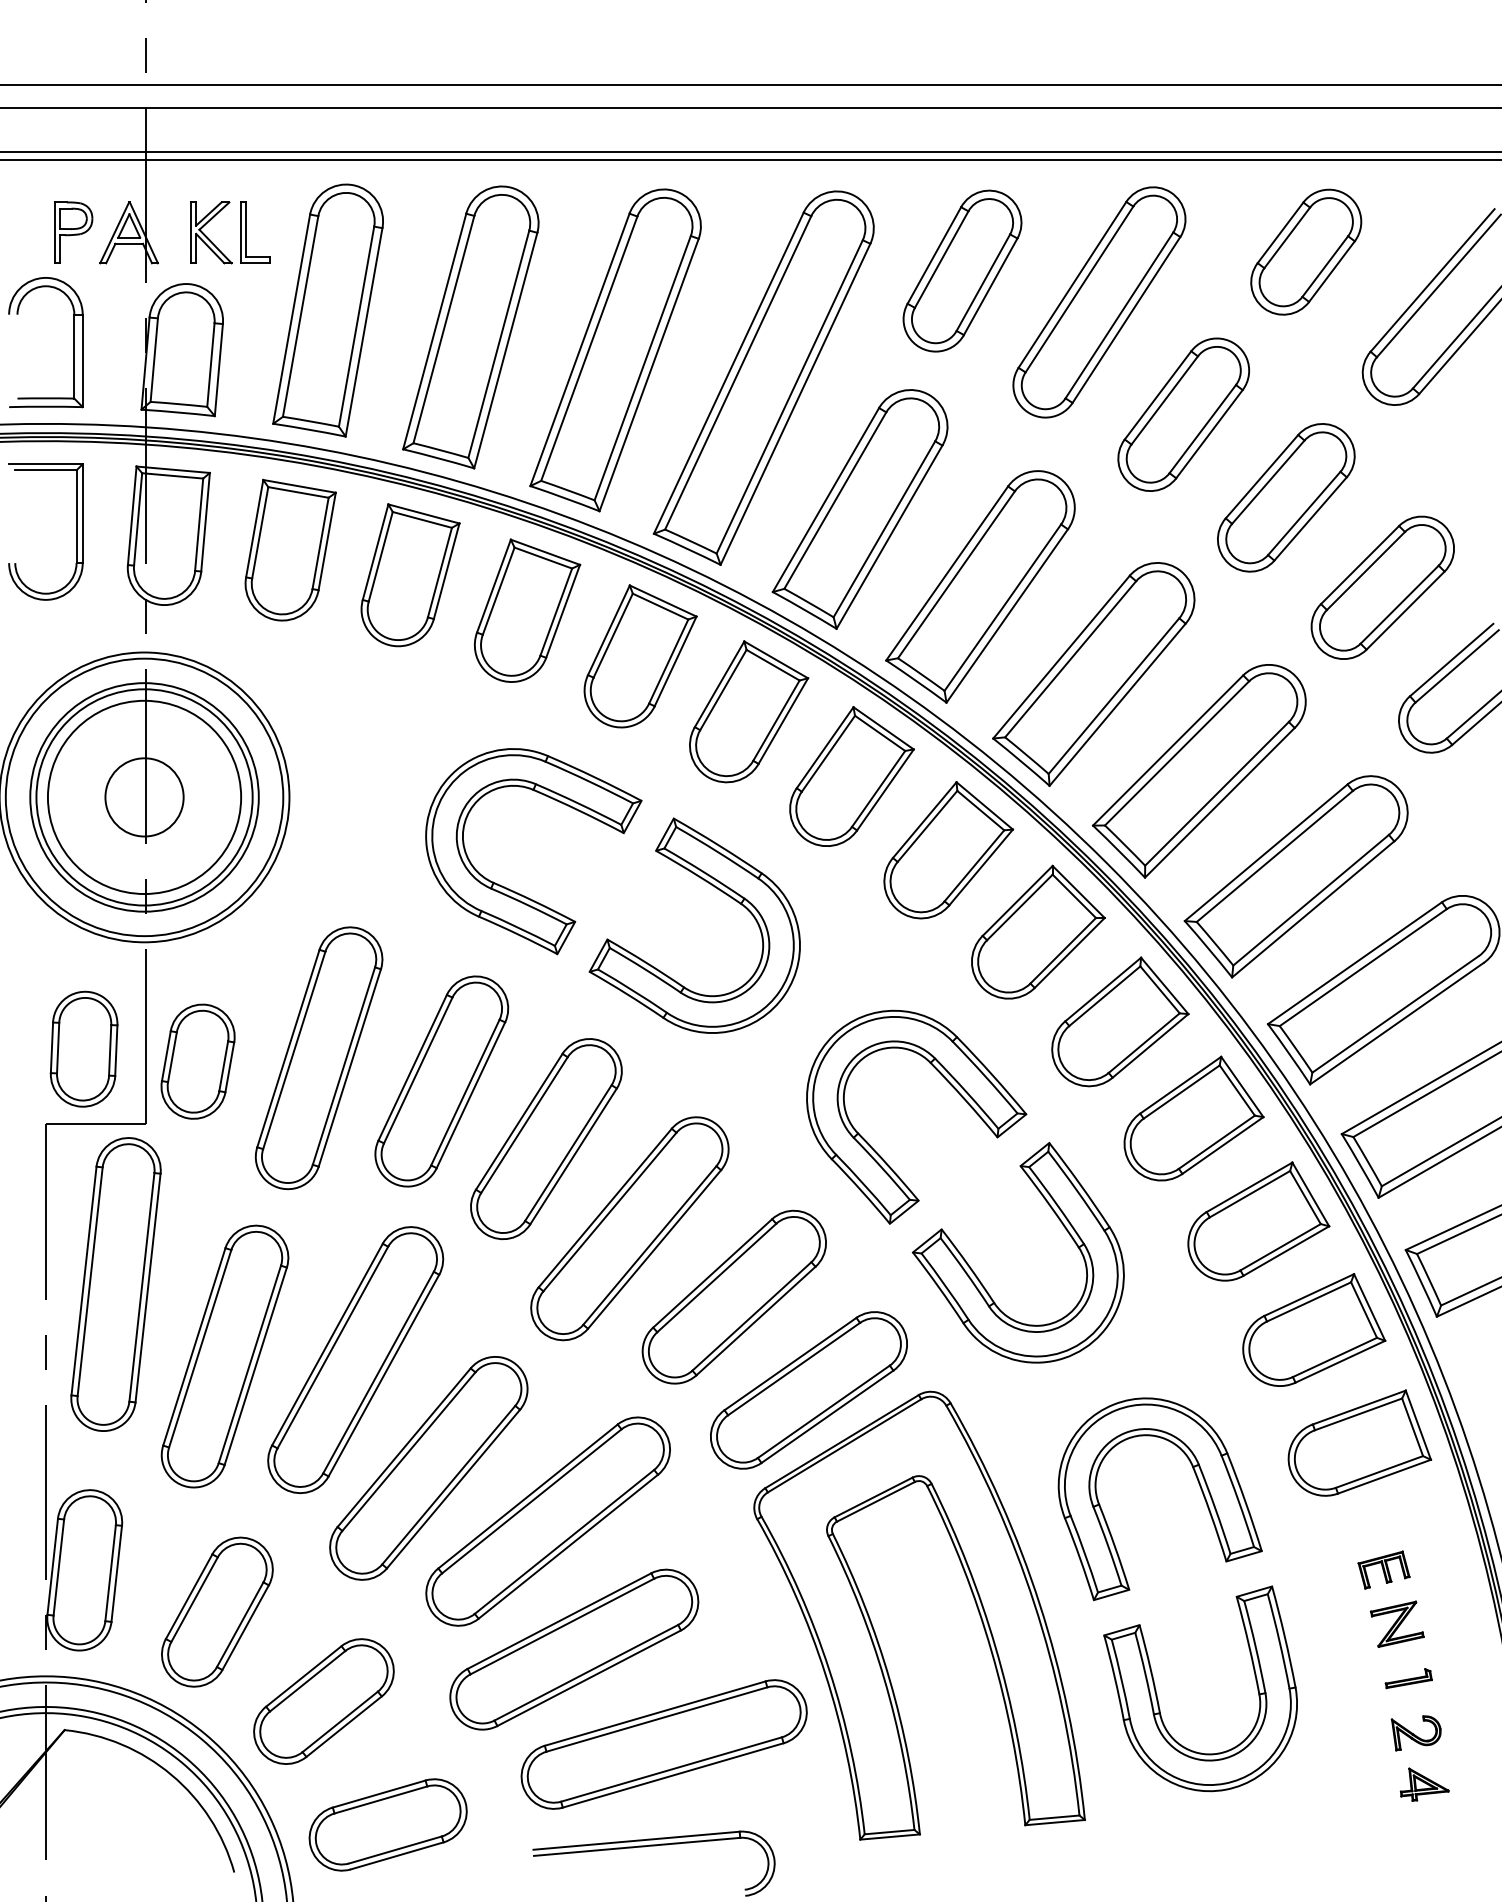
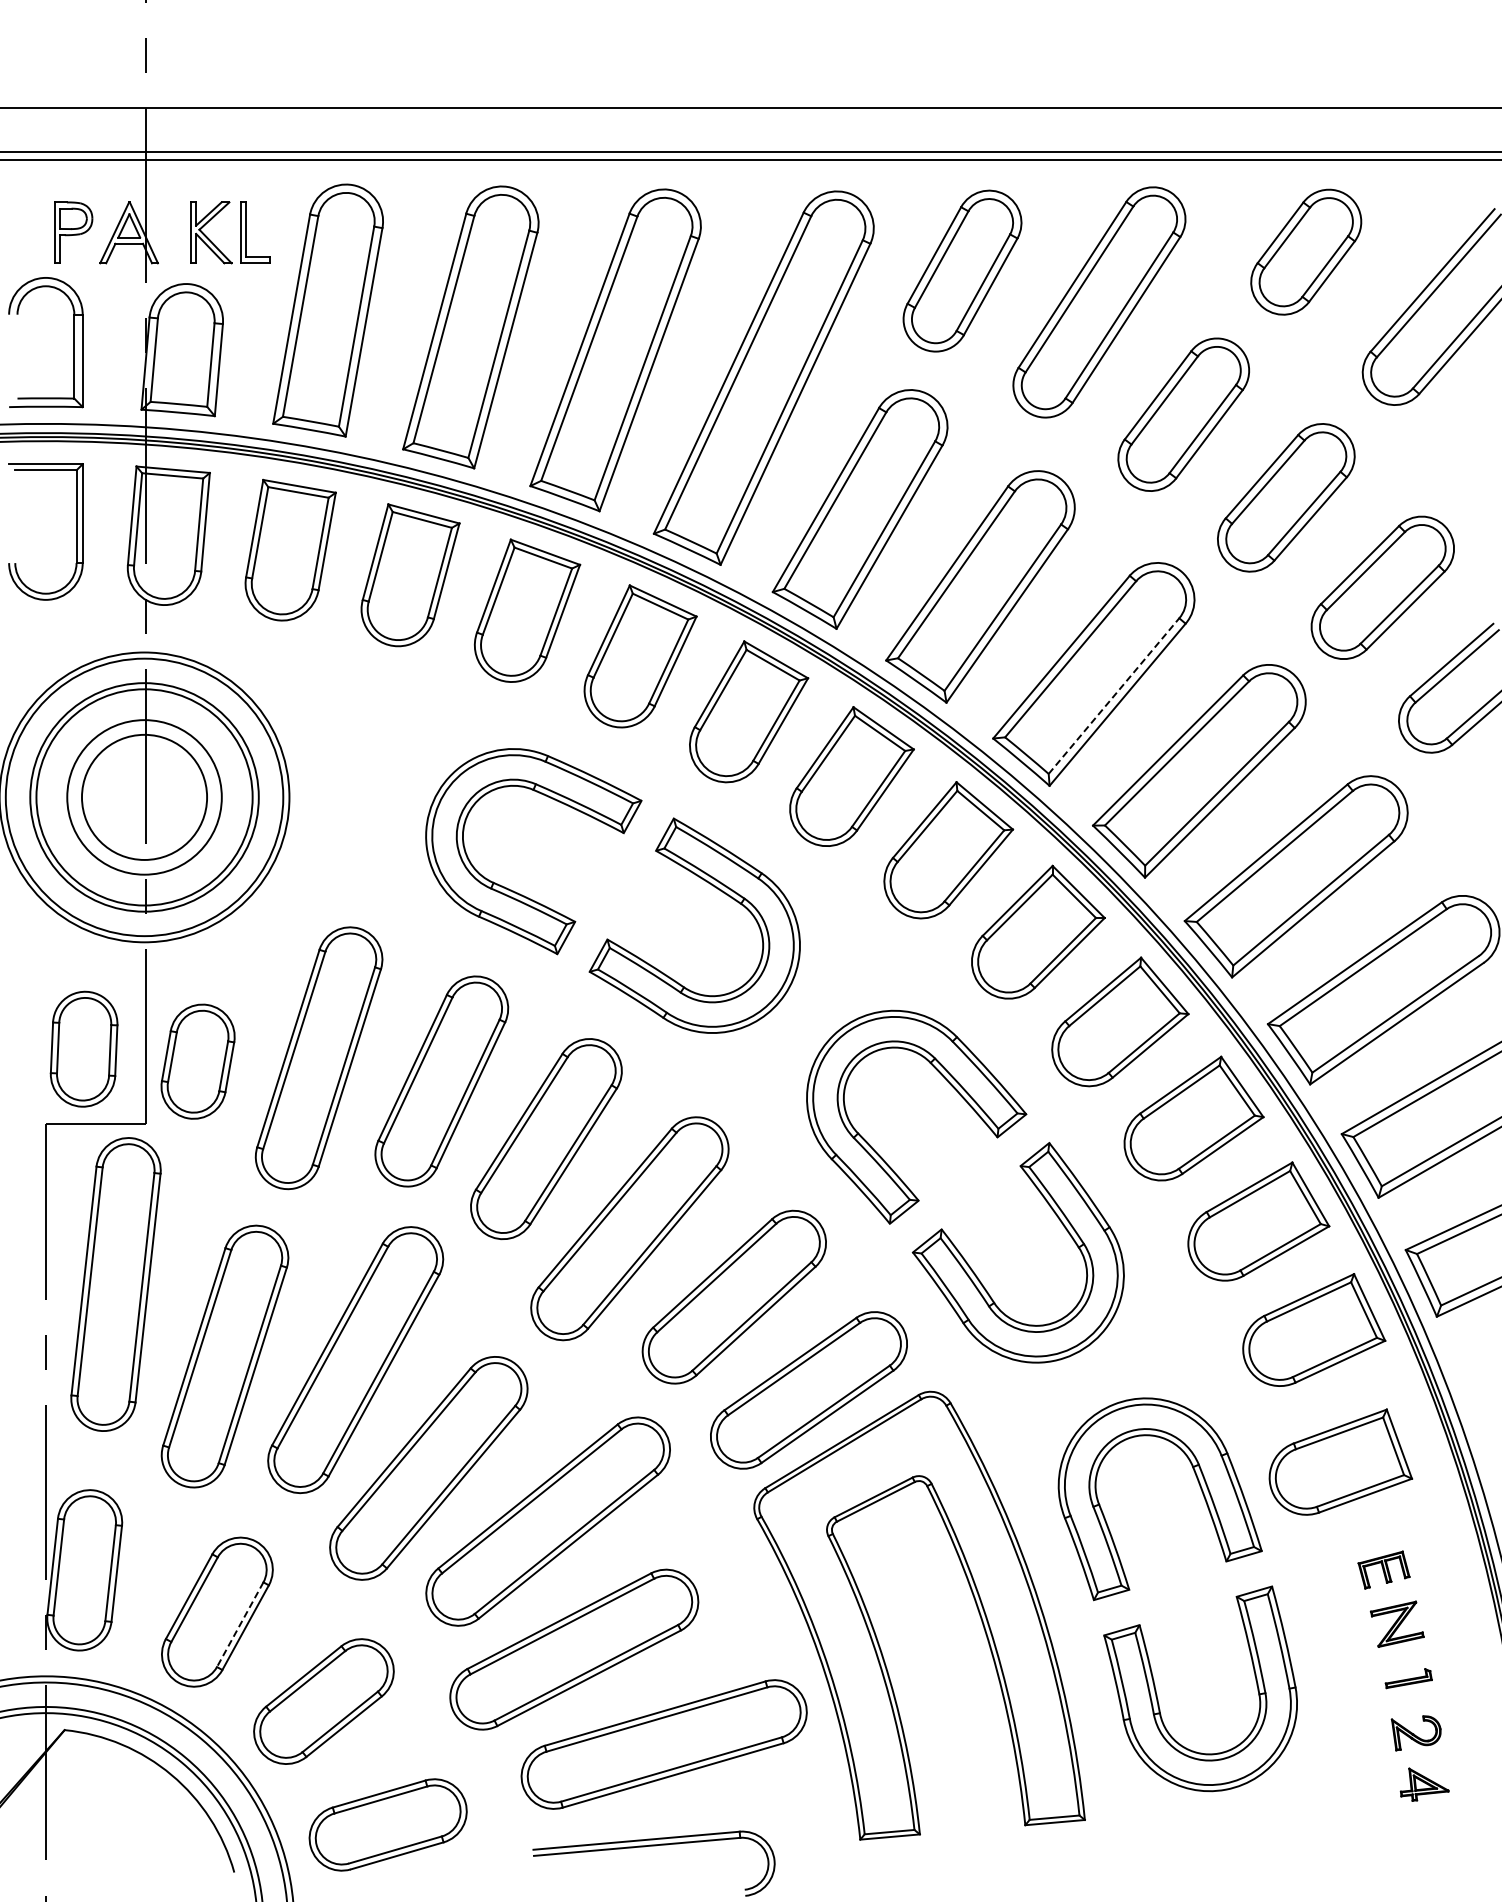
line at (750, 84): present -> none
line at (1113, 696): solid -> dashed
circle at (144, 797) diameter: 193 px -> 155 px
circle at (144, 797) diameter: 78 px -> 125 px
part at (1359, 1442) position: (1359, 1442) -> (1340, 1461)
line at (239, 1625): solid -> dashed
